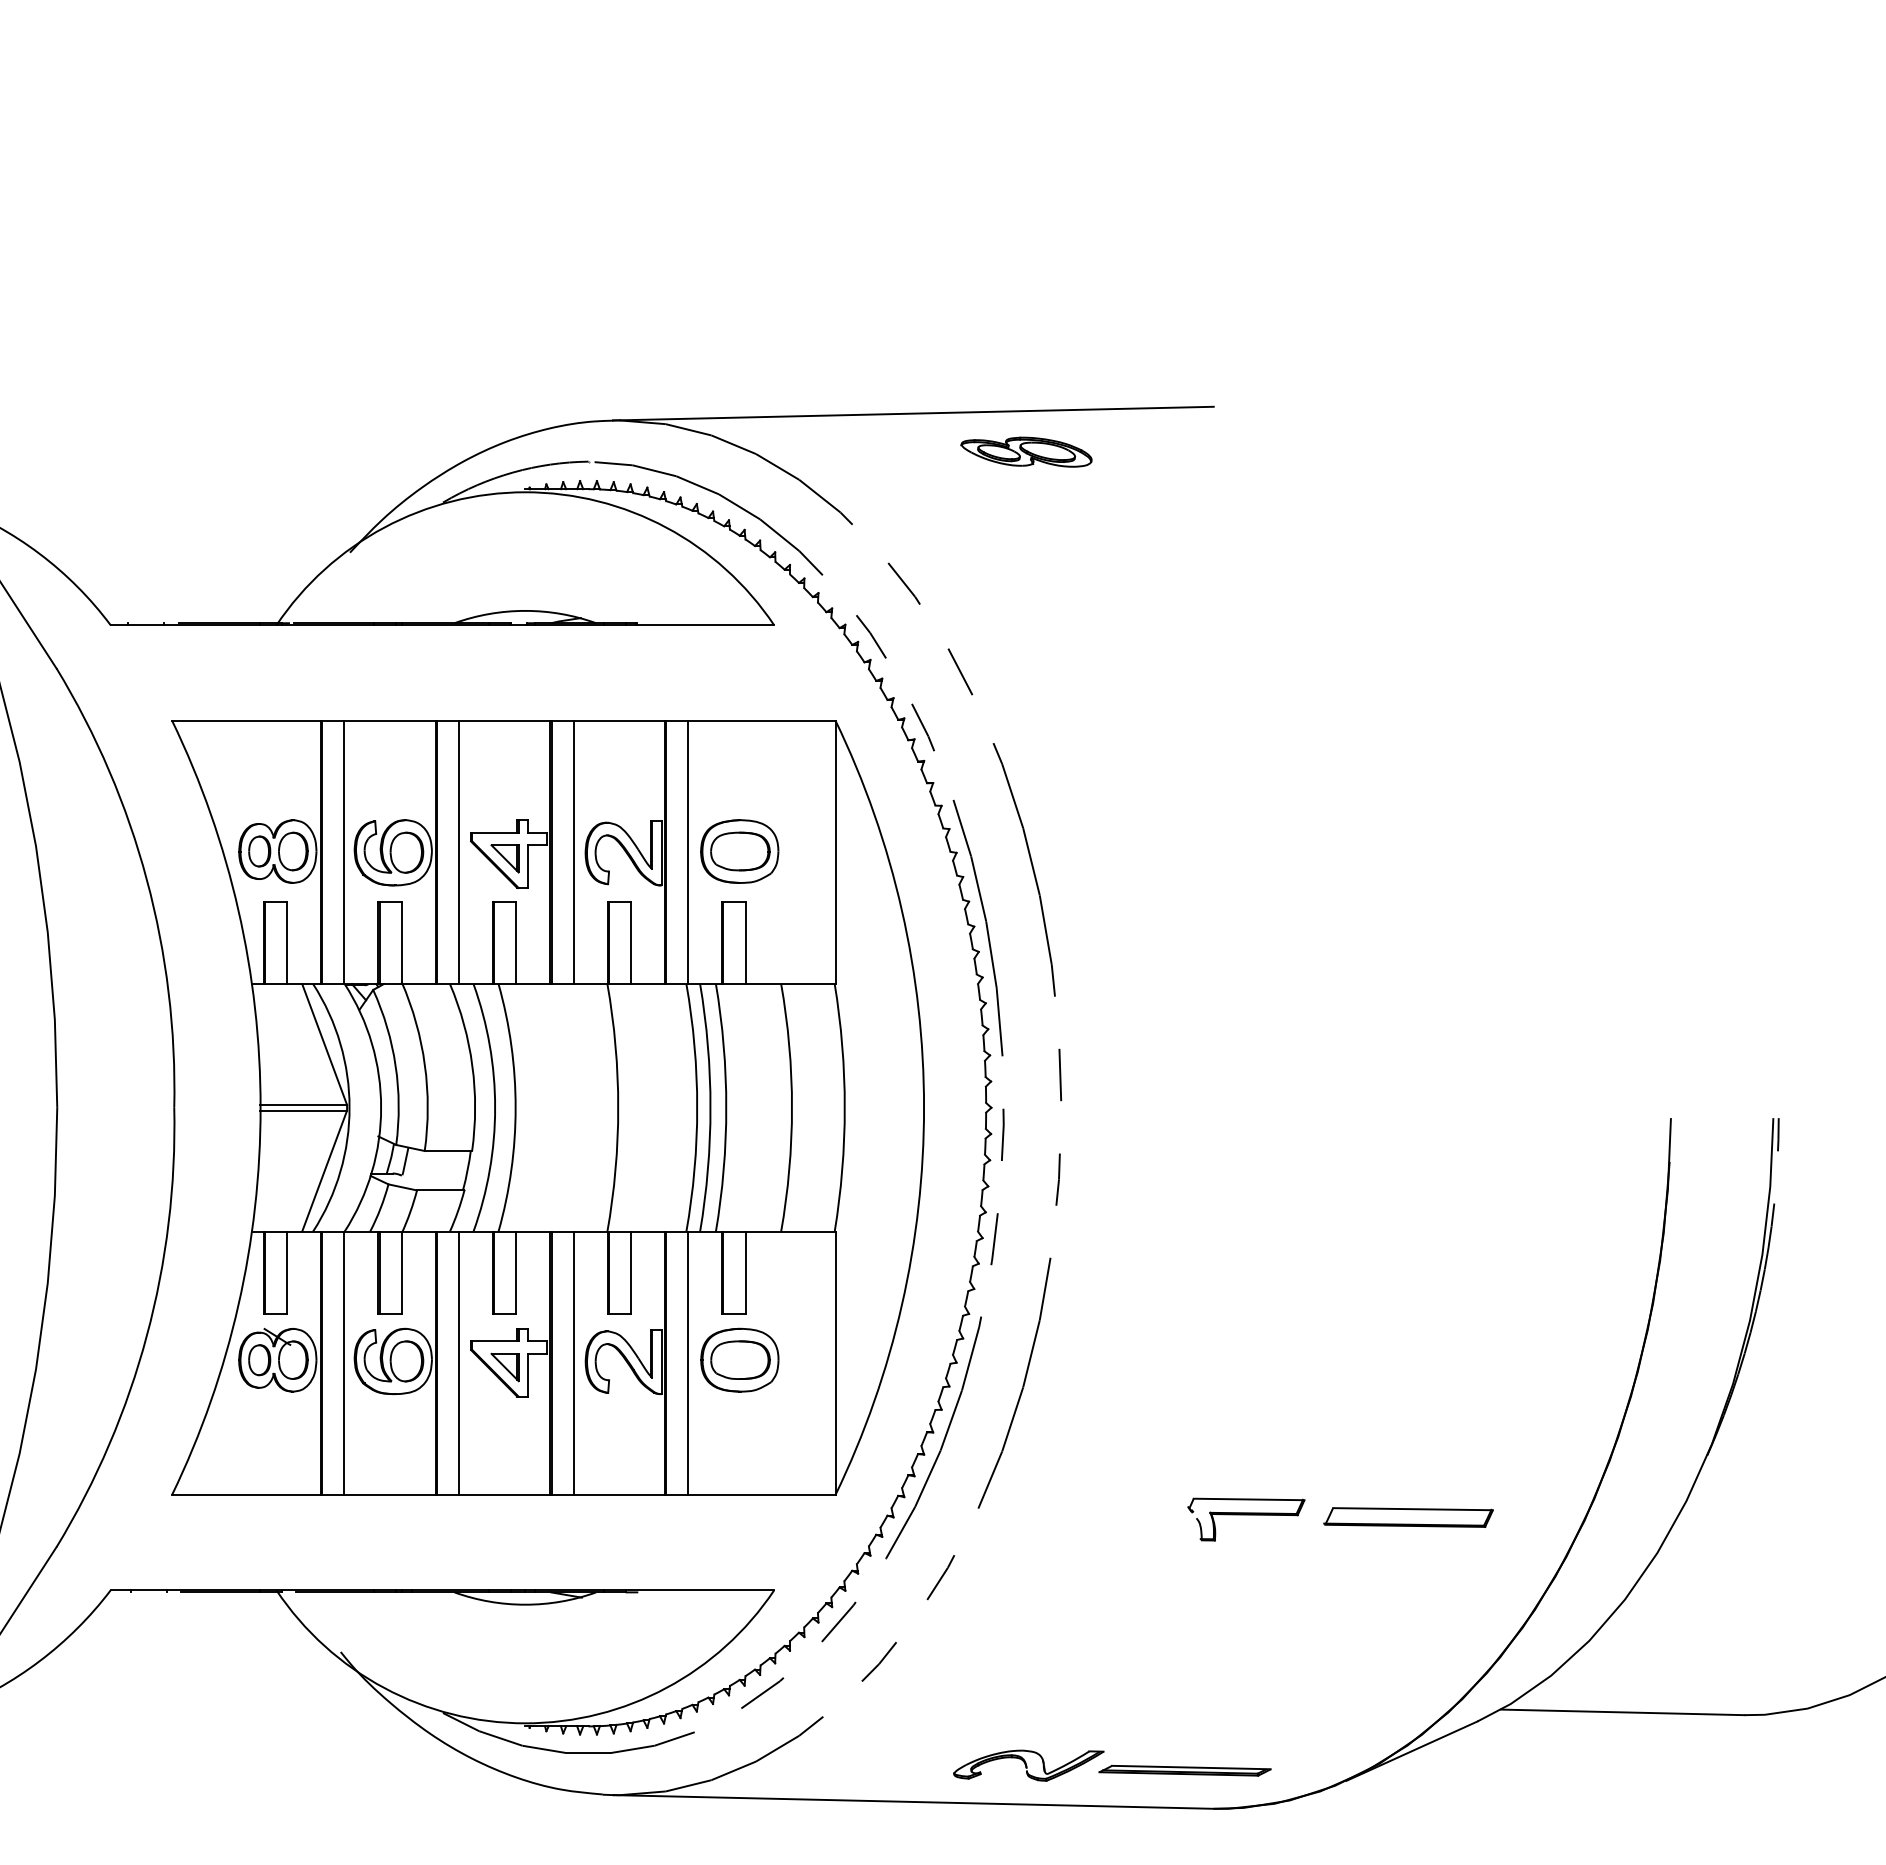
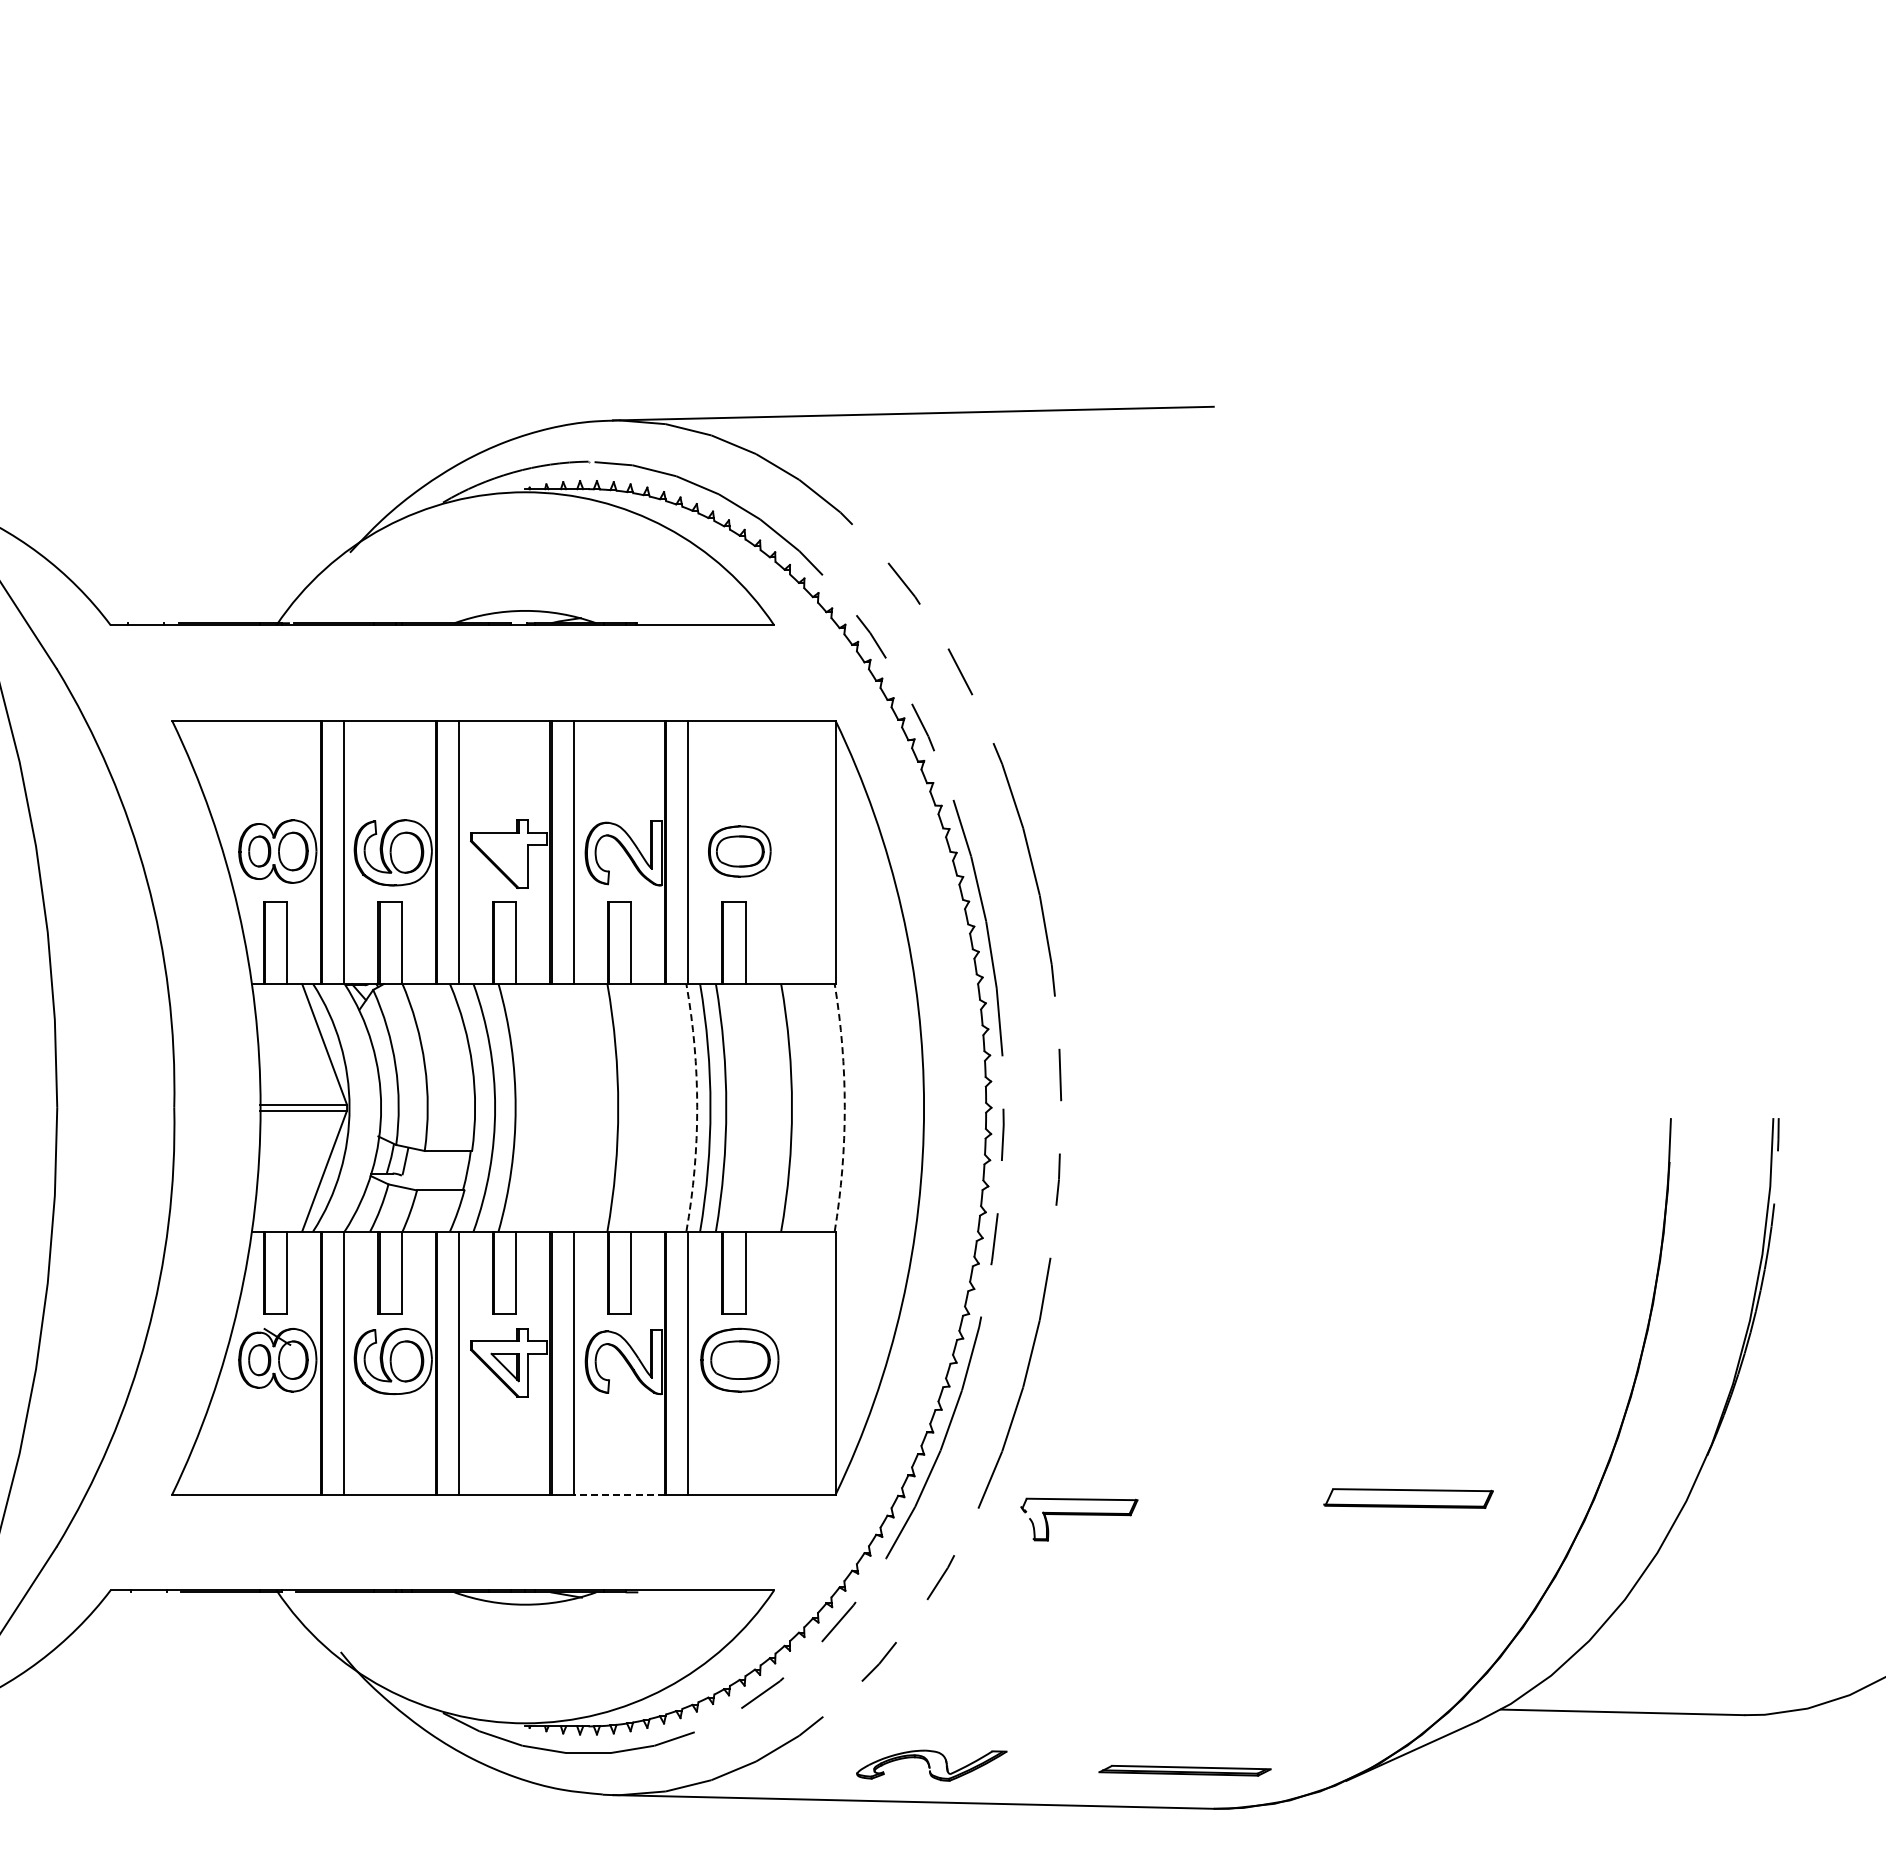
part at (1026, 451): present -> none
part at (739, 851) size: 80x65 px -> 64x53 px
part at (504, 858): present -> none
arc at (697, 1107): solid -> dashed
arc at (844, 1107): solid -> dashed
line at (619, 1494): solid -> dashed
part at (1408, 1517) position: (1408, 1517) -> (1408, 1498)
part at (1246, 1519) position: (1246, 1519) -> (1079, 1519)
part at (1028, 1765) position: (1028, 1765) -> (931, 1765)
